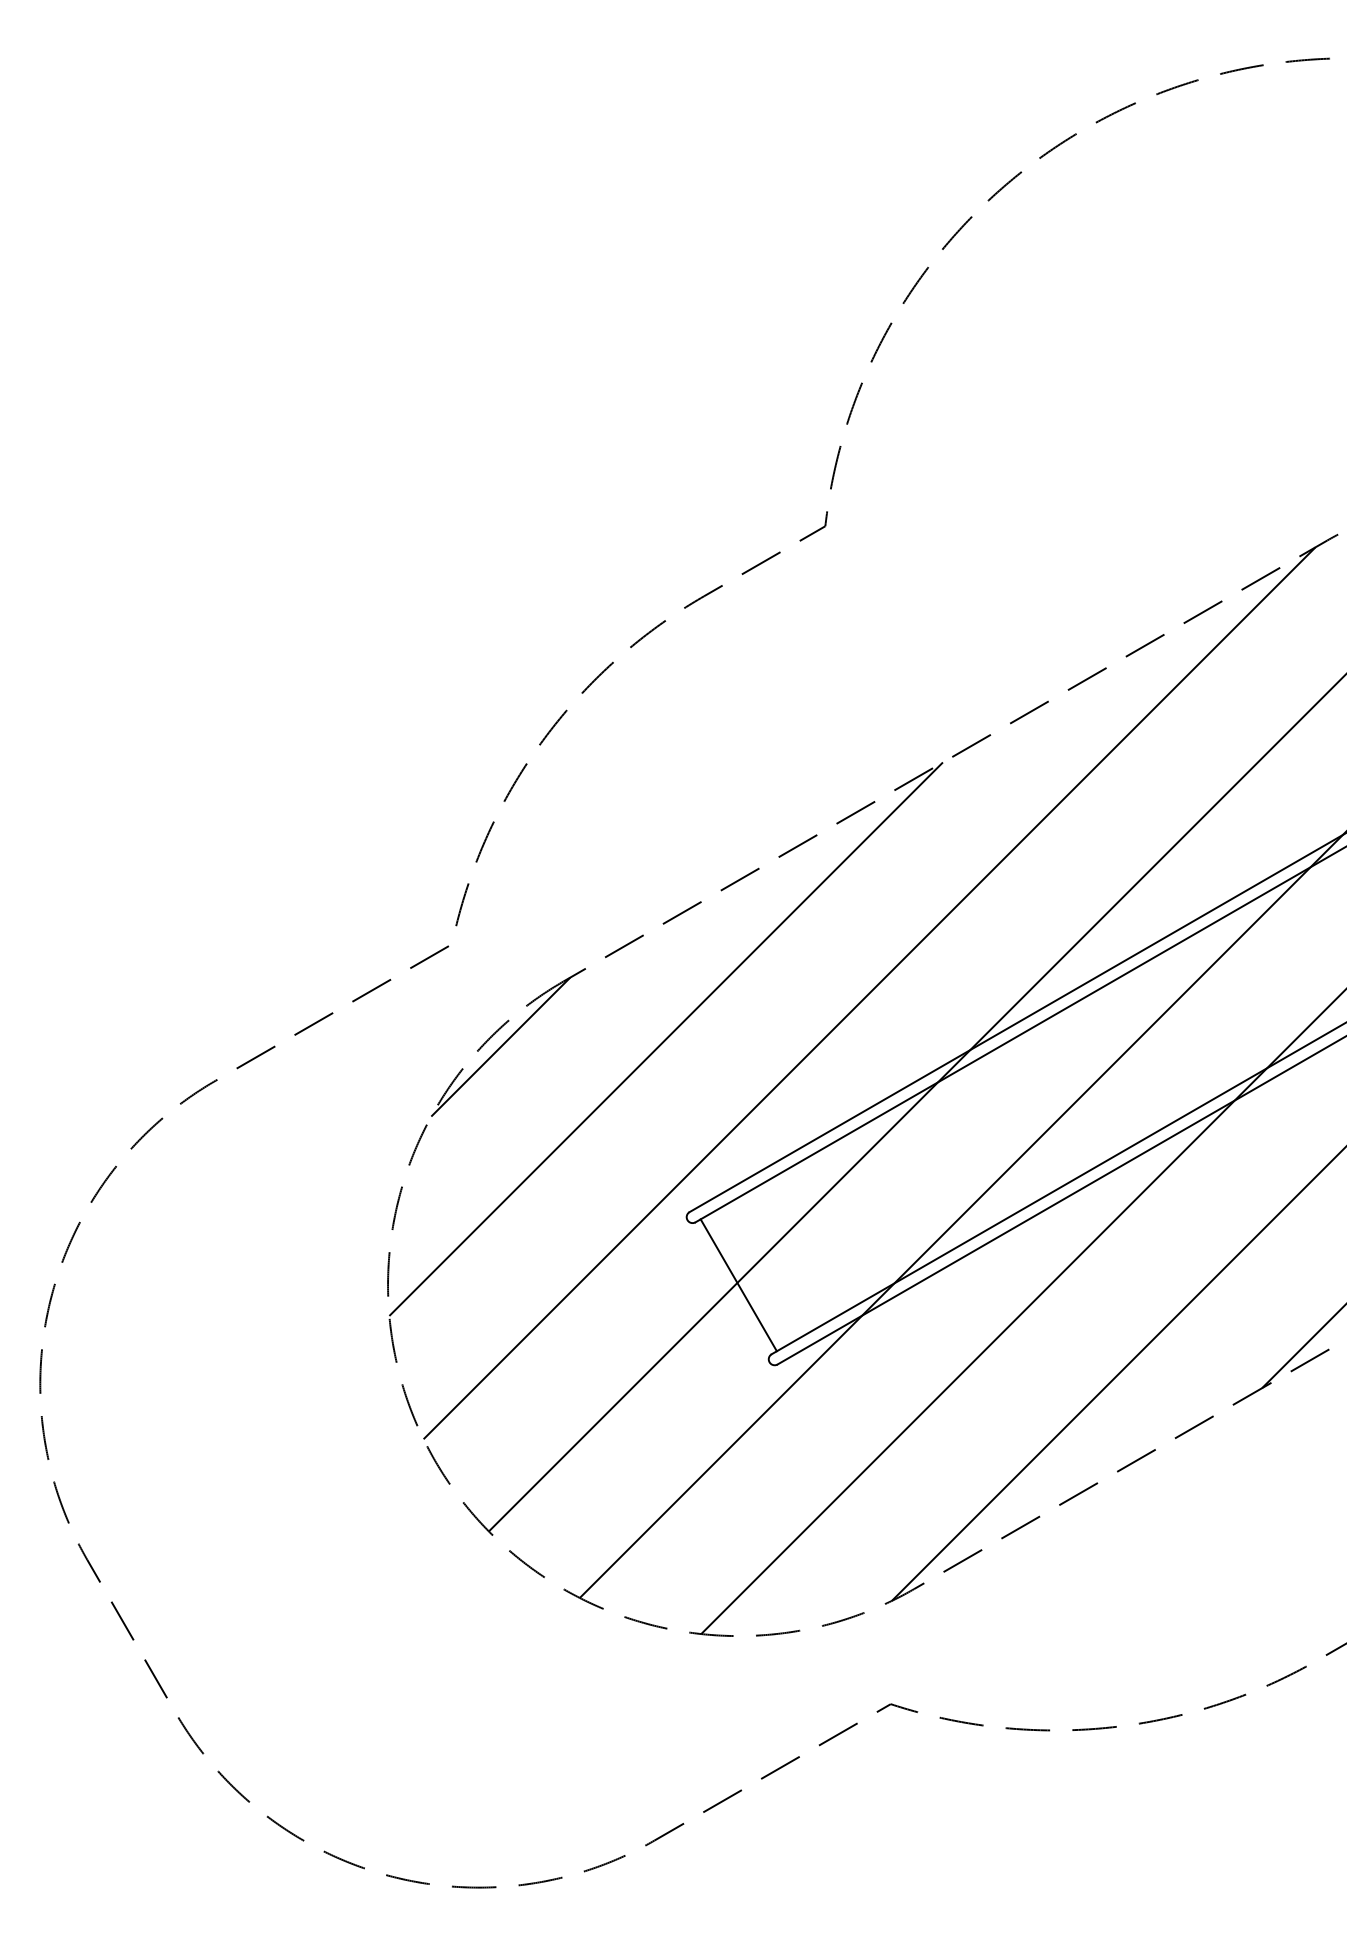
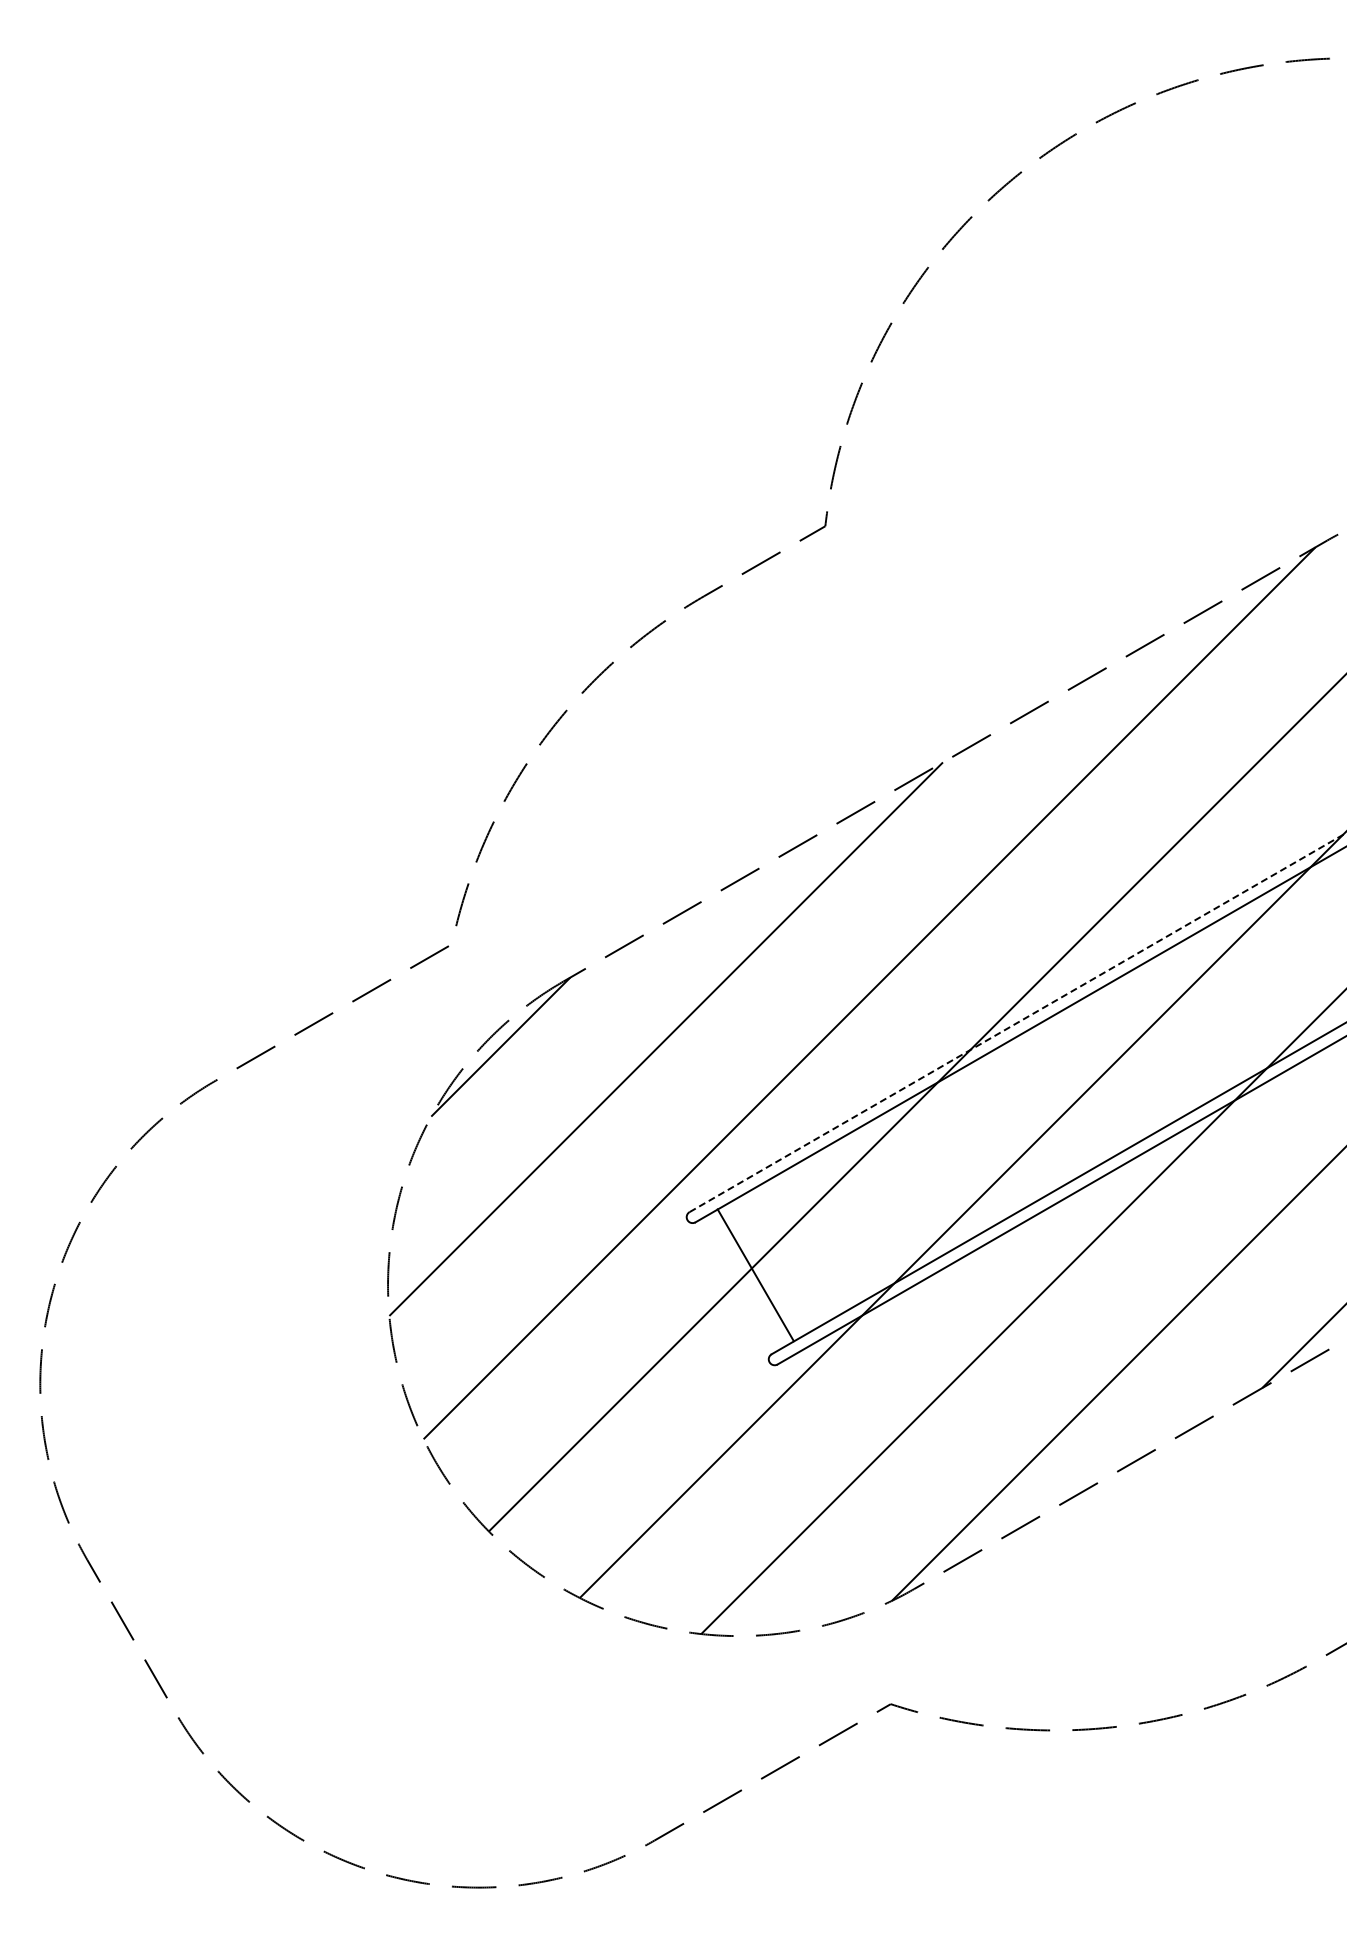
line at (1018, 1022): solid -> dashed
line at (738, 1285) position: (738, 1285) -> (755, 1275)
